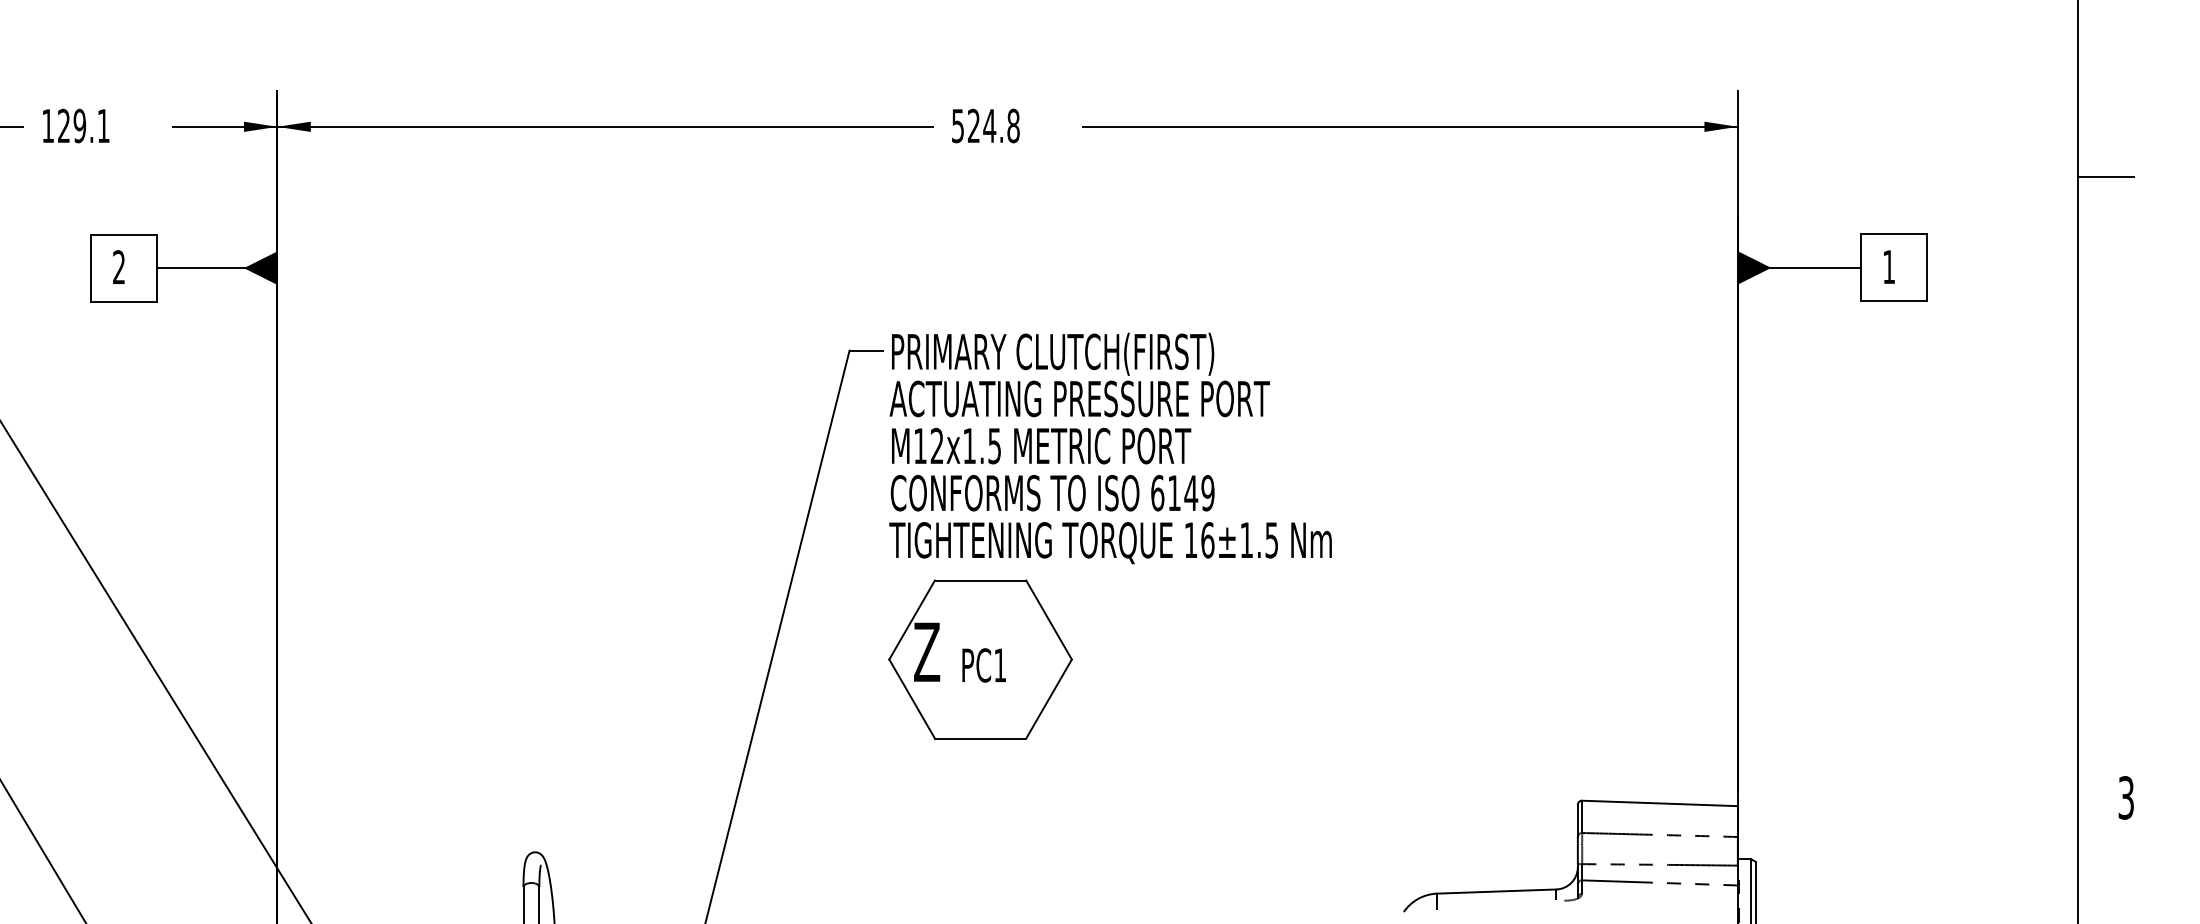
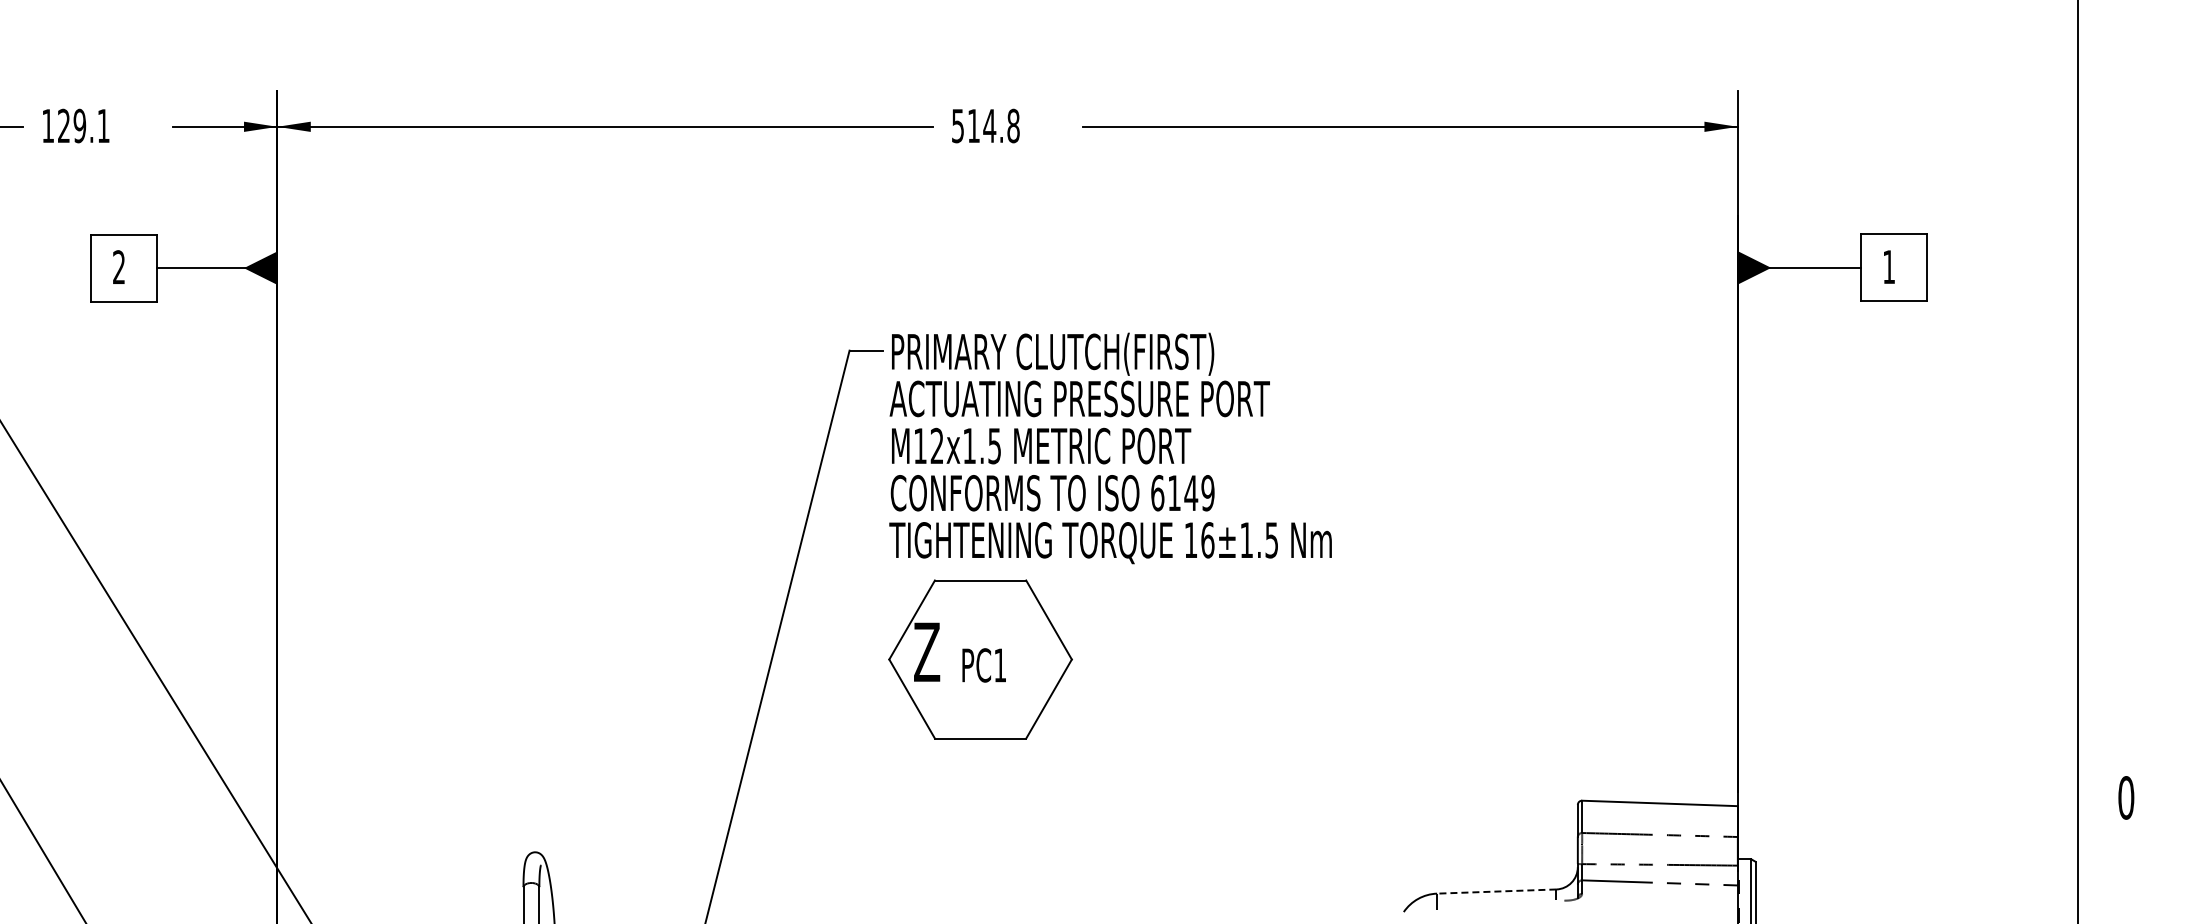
text at (973, 125): 524.8 -> 514.8
line at (2105, 177): present -> none
text at (2126, 797): 3 -> 0
line at (1496, 891): solid -> dashed
